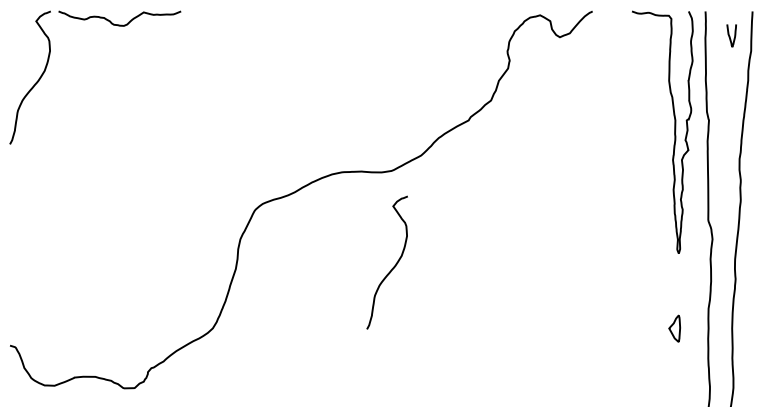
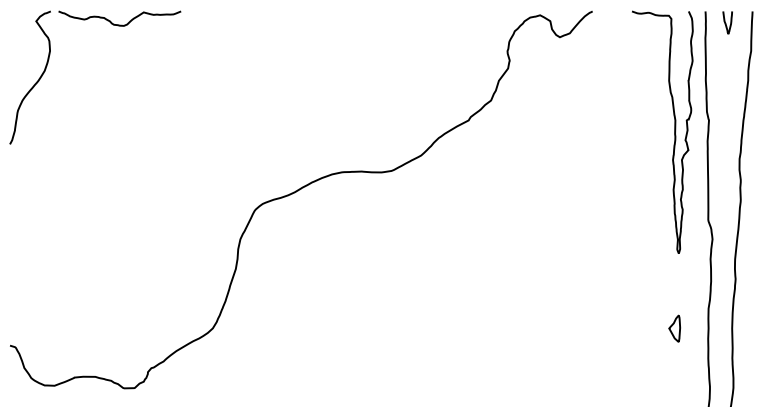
curve at (730, 36) position: (730, 36) -> (726, 23)
curve at (392, 267): present -> none
